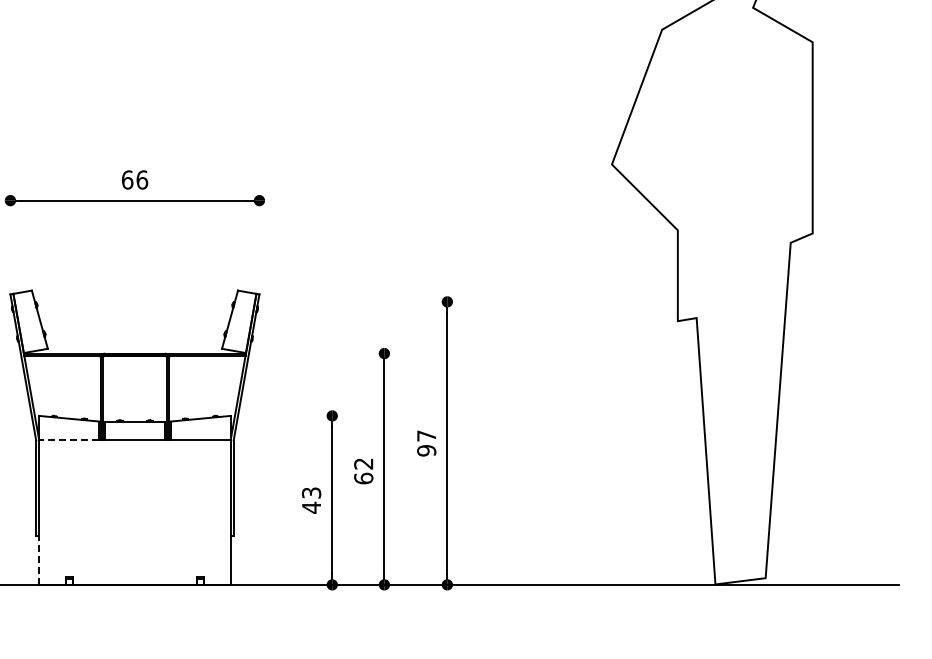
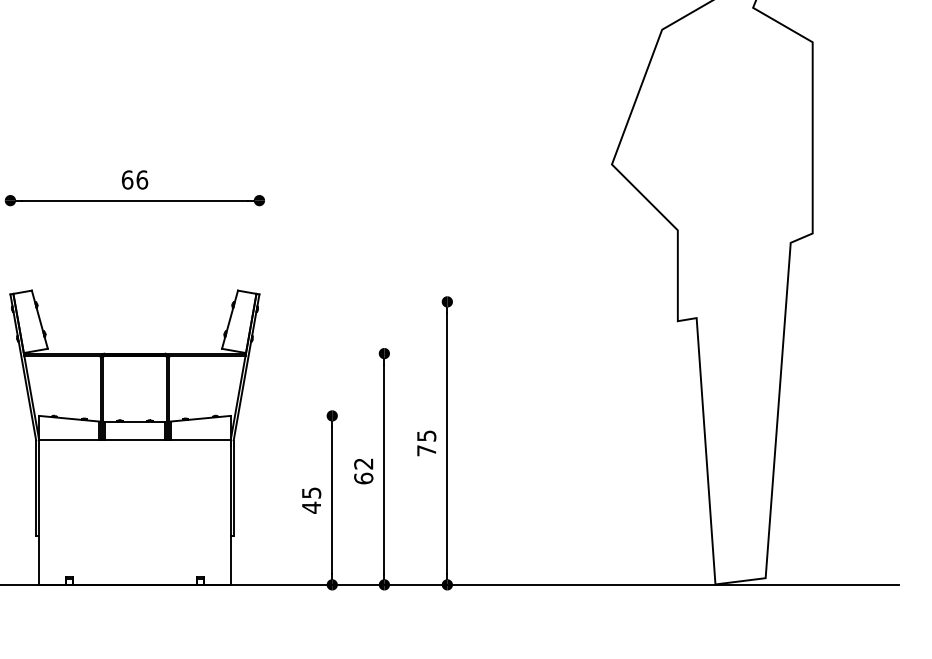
line at (68, 440): dashed -> solid
text at (426, 443): 97 -> 75
text at (310, 492): 43 -> 45
line at (39, 559): dashed -> solid
